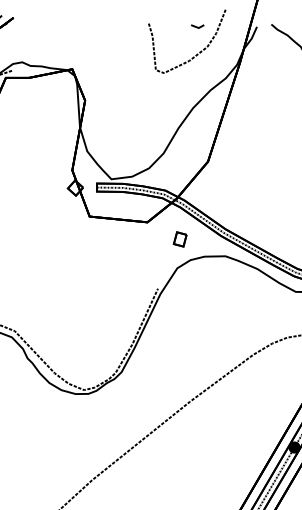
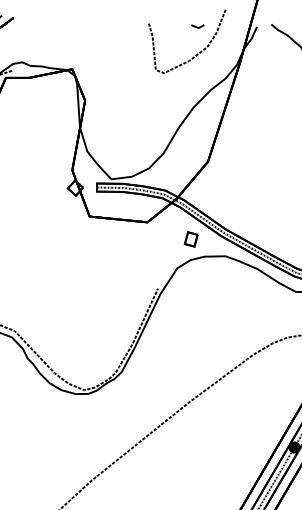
part at (179, 239) position: (179, 239) -> (190, 239)
